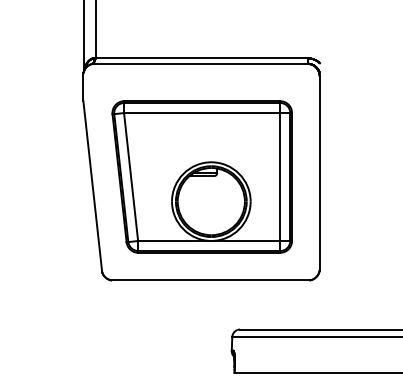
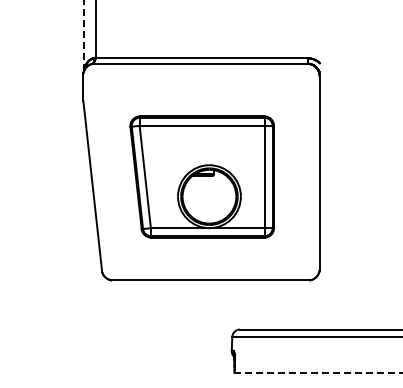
line at (83, 36): solid -> dashed
part at (201, 176) size: 182x154 px -> 146x124 px
line at (318, 372): solid -> dashed
